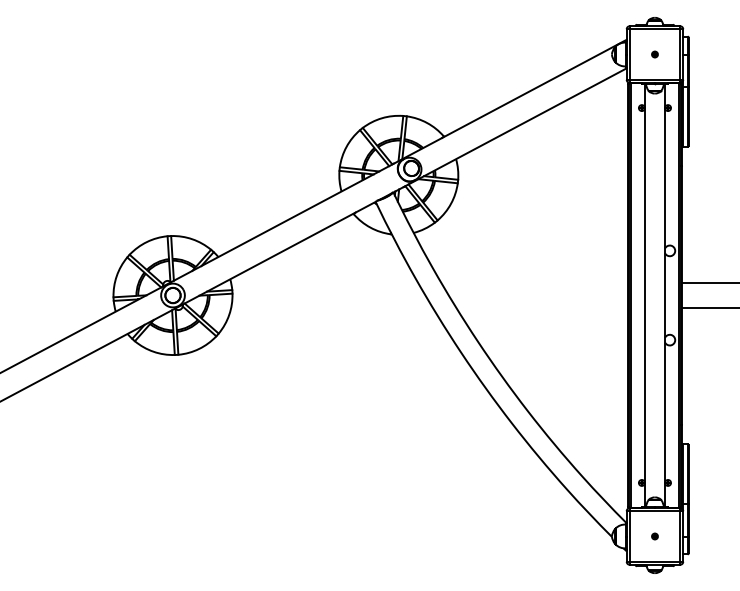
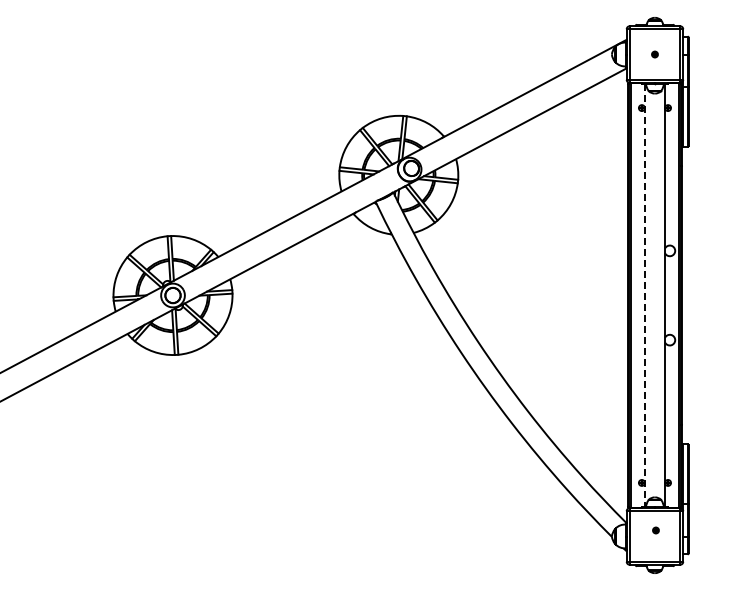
line at (708, 282): present -> none
line at (644, 295): solid -> dashed
line at (708, 308): present -> none
part at (654, 536) position: (654, 536) -> (655, 530)
